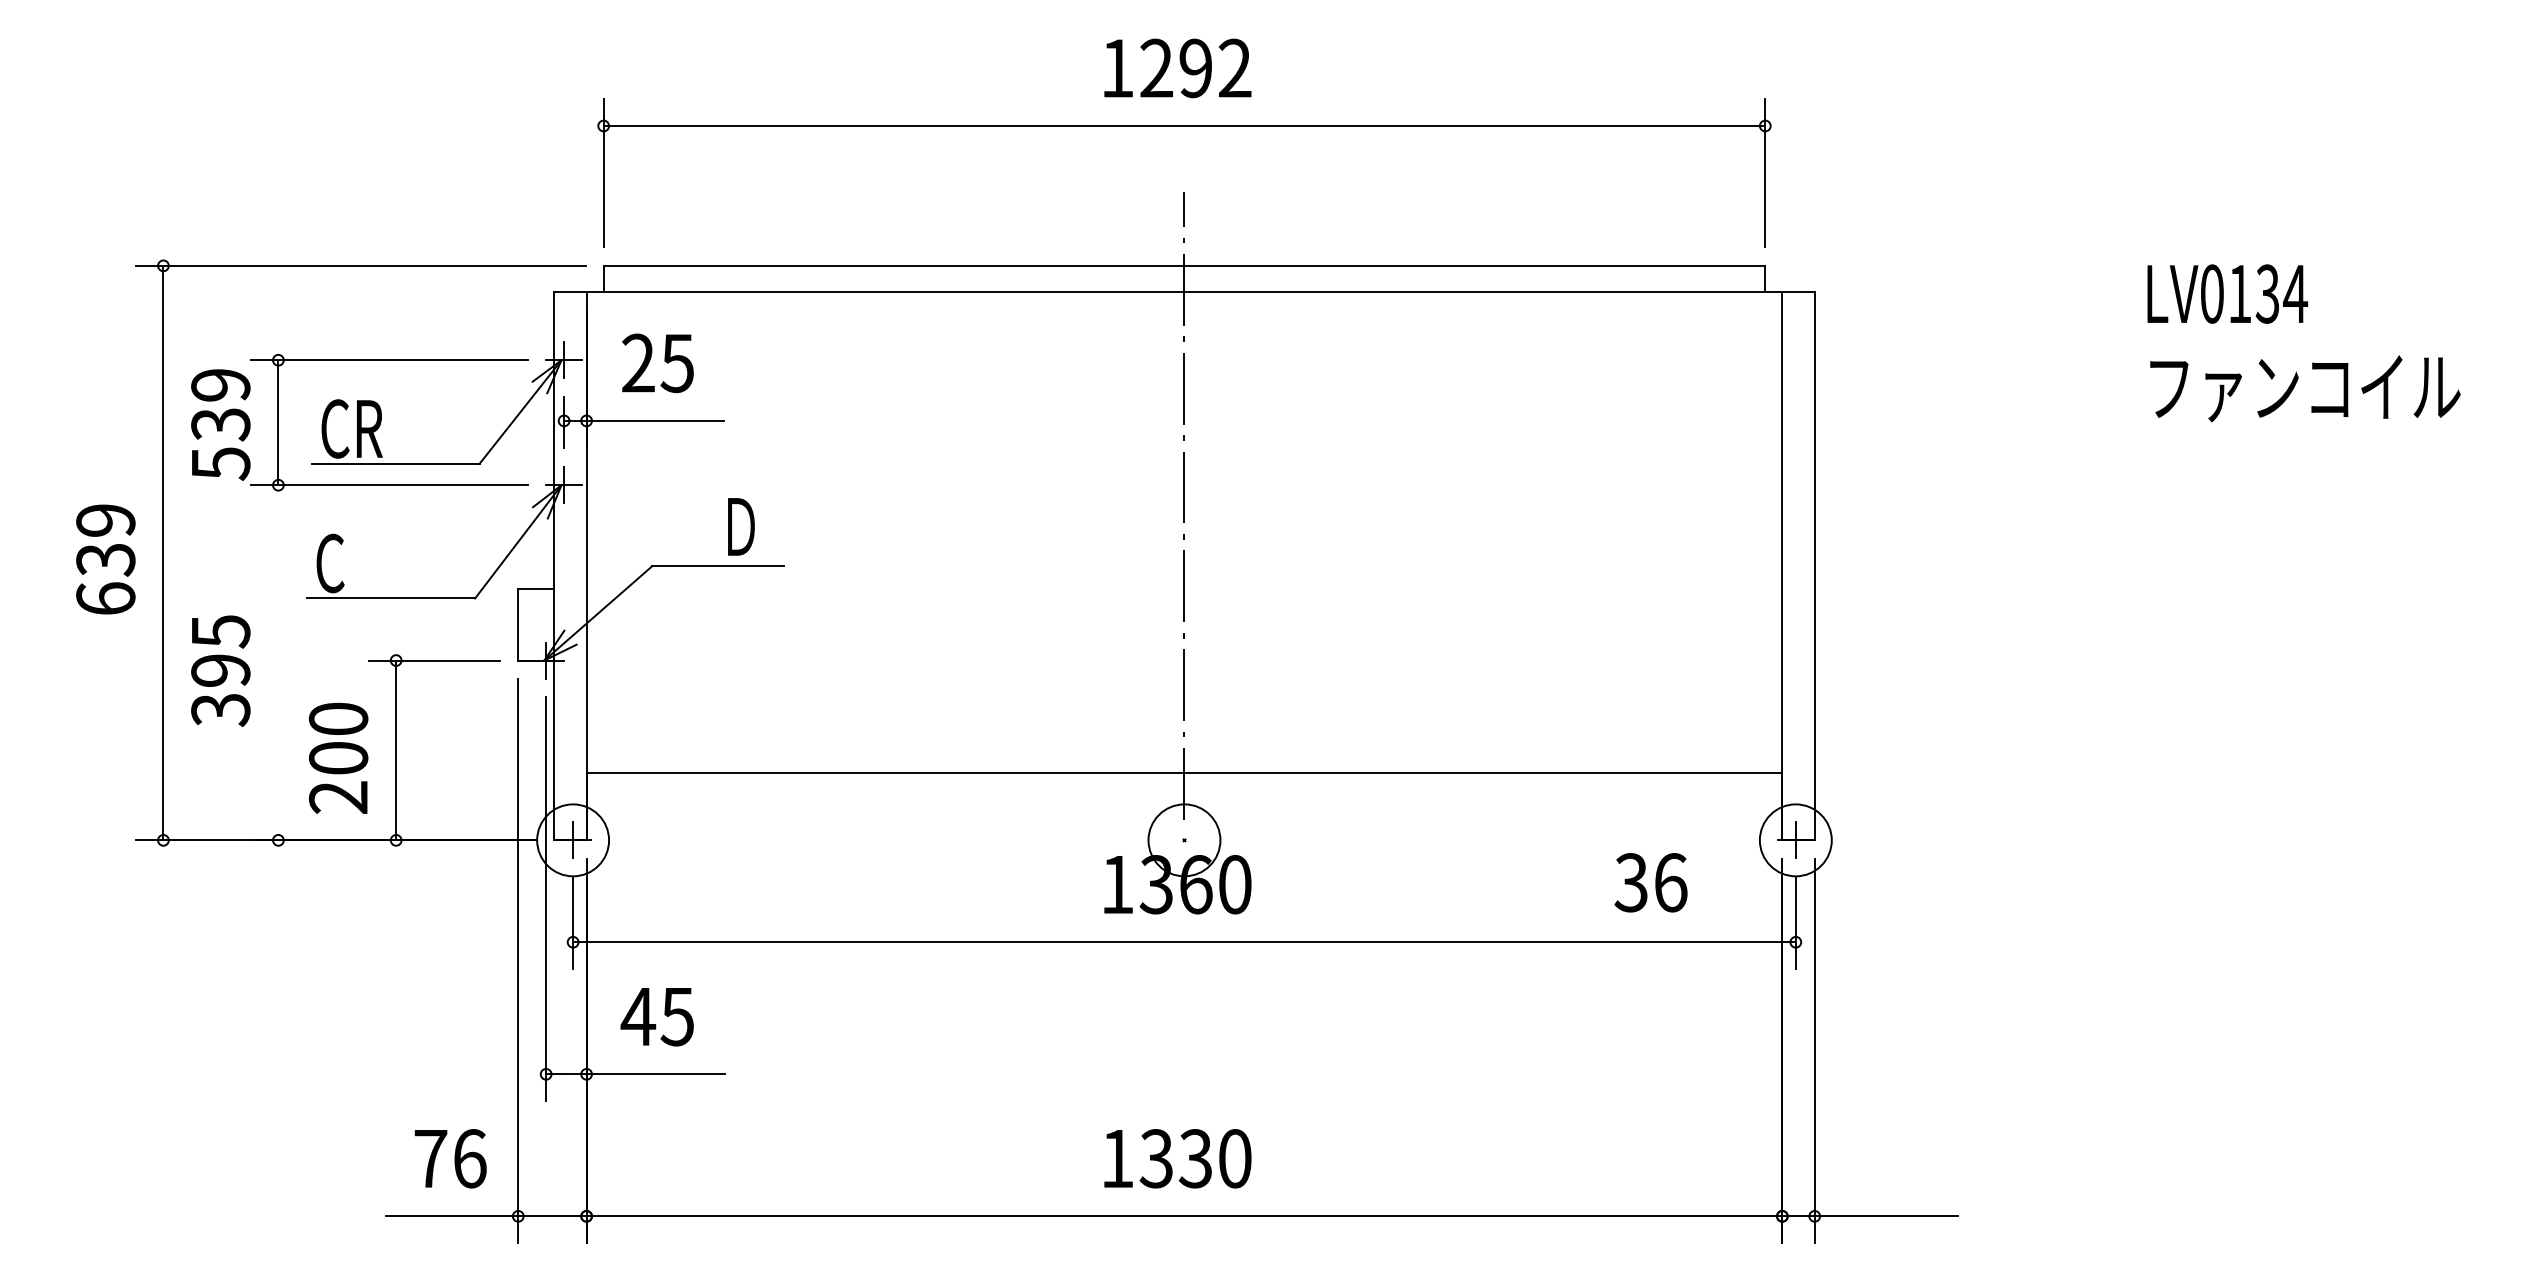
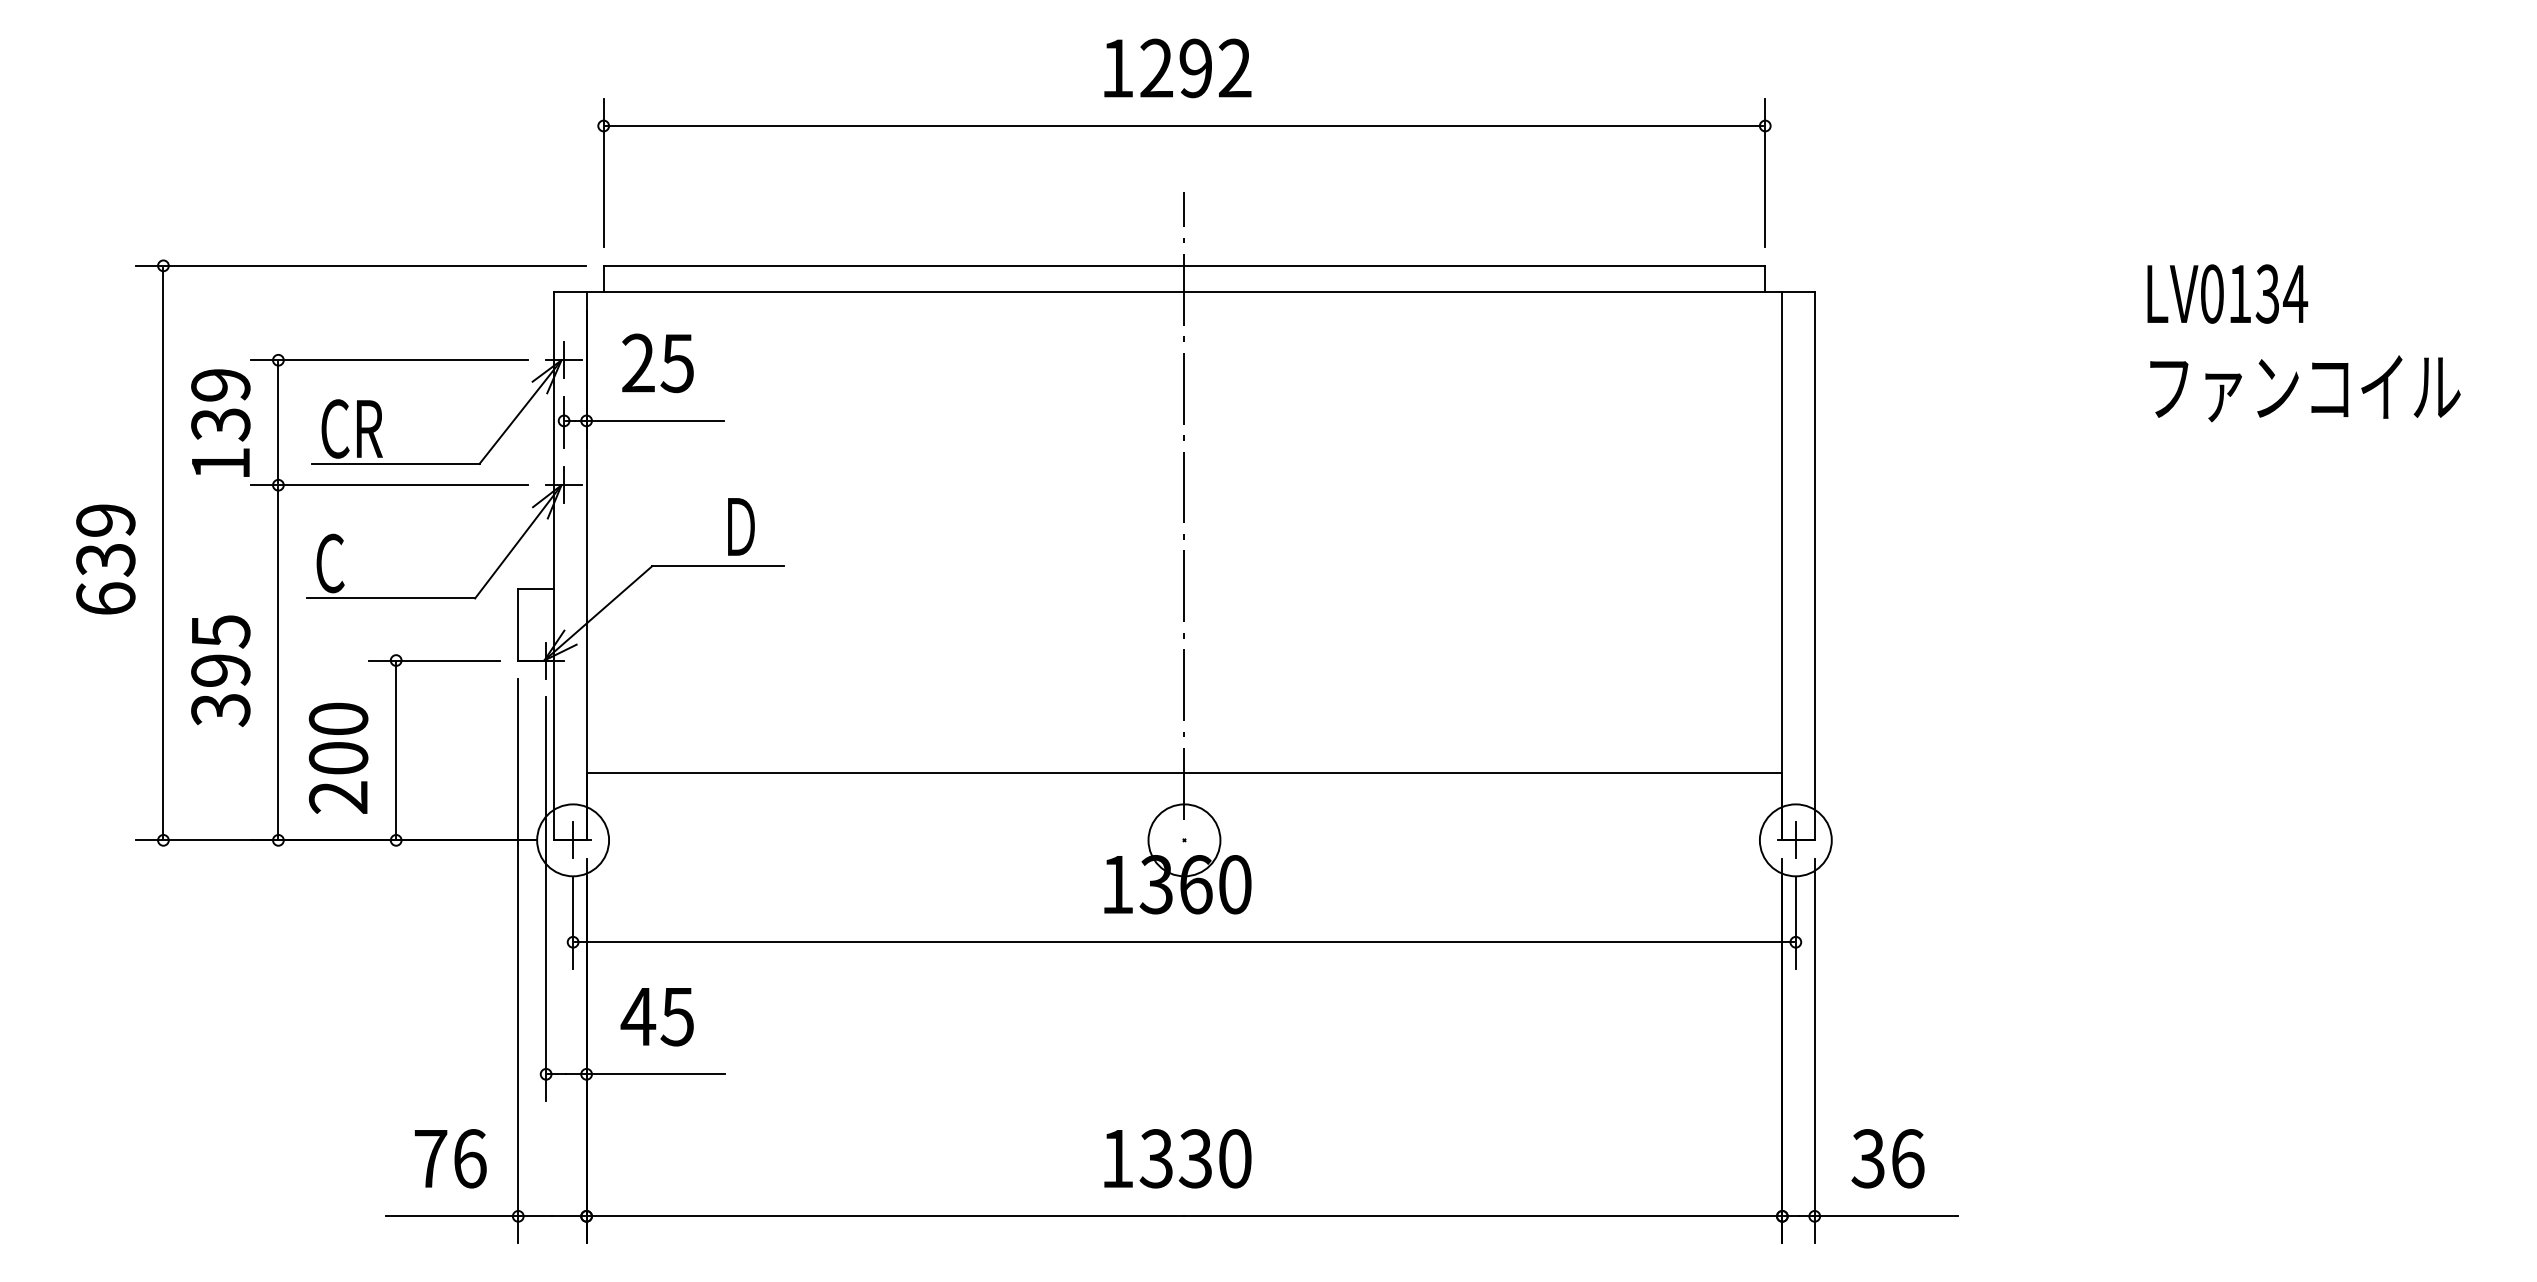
text at (221, 463): 539 -> 139
line at (278, 662): none -> present
text at (1650, 882) position: (1650, 882) -> (1887, 1158)
